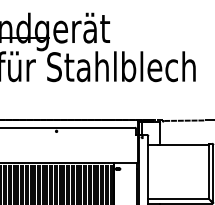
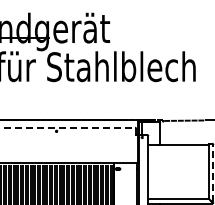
line at (68, 127): solid -> dashed
line at (213, 173): solid -> dashed
